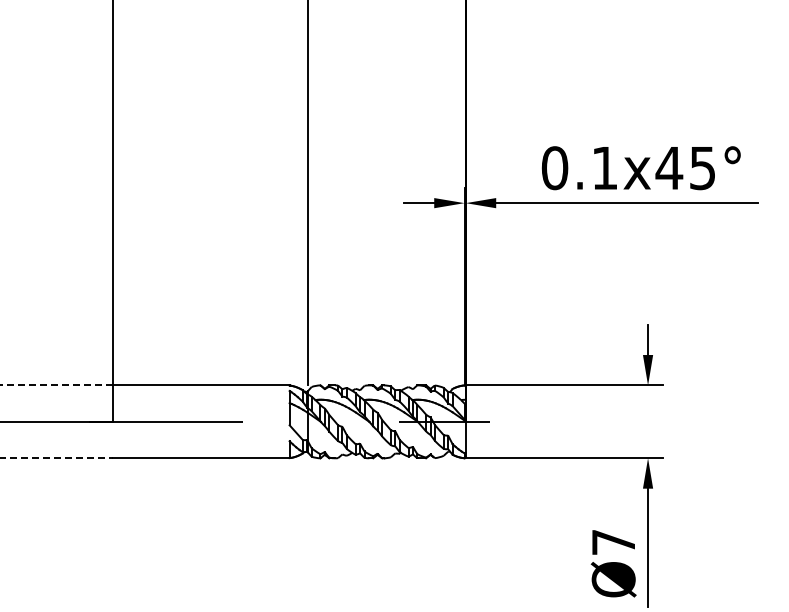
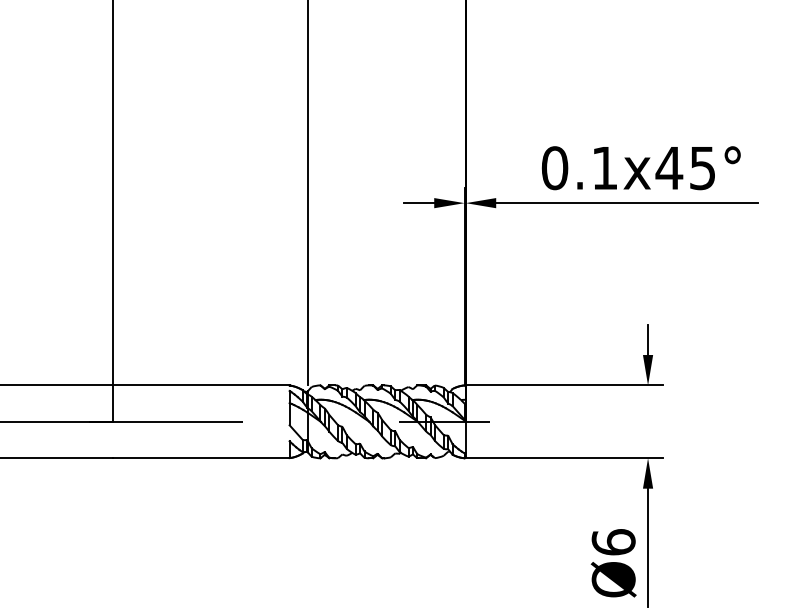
line at (56, 385): dashed -> solid
line at (57, 458): dashed -> solid
text at (613, 542): Ø7 -> Ø6
